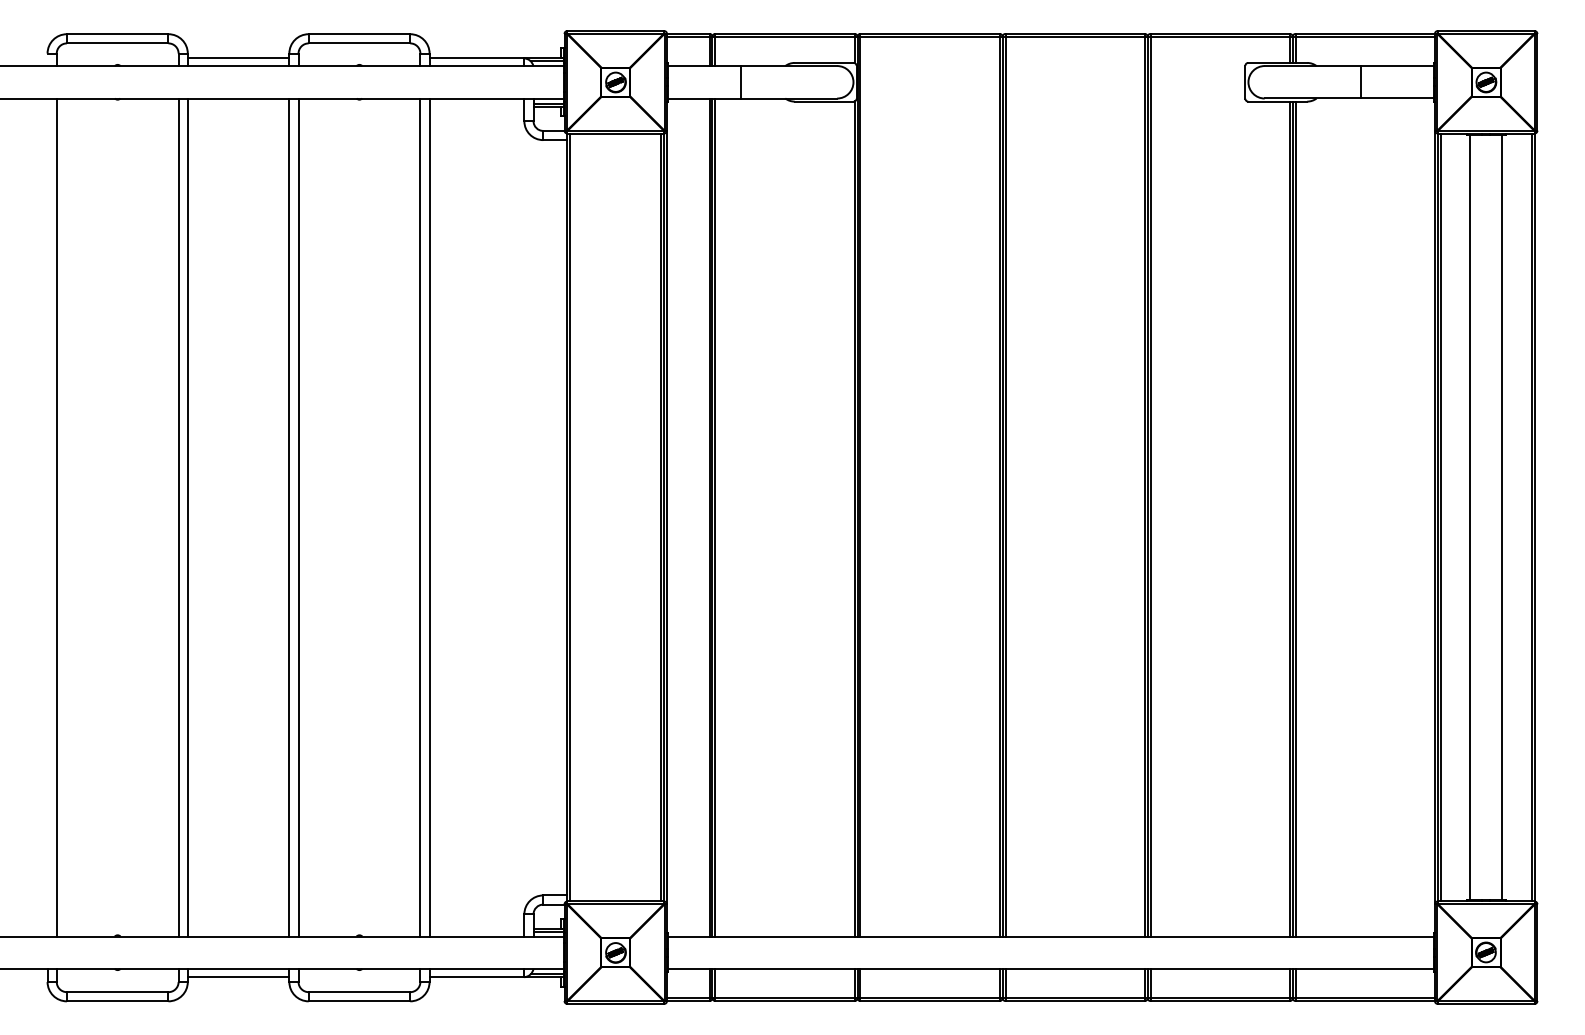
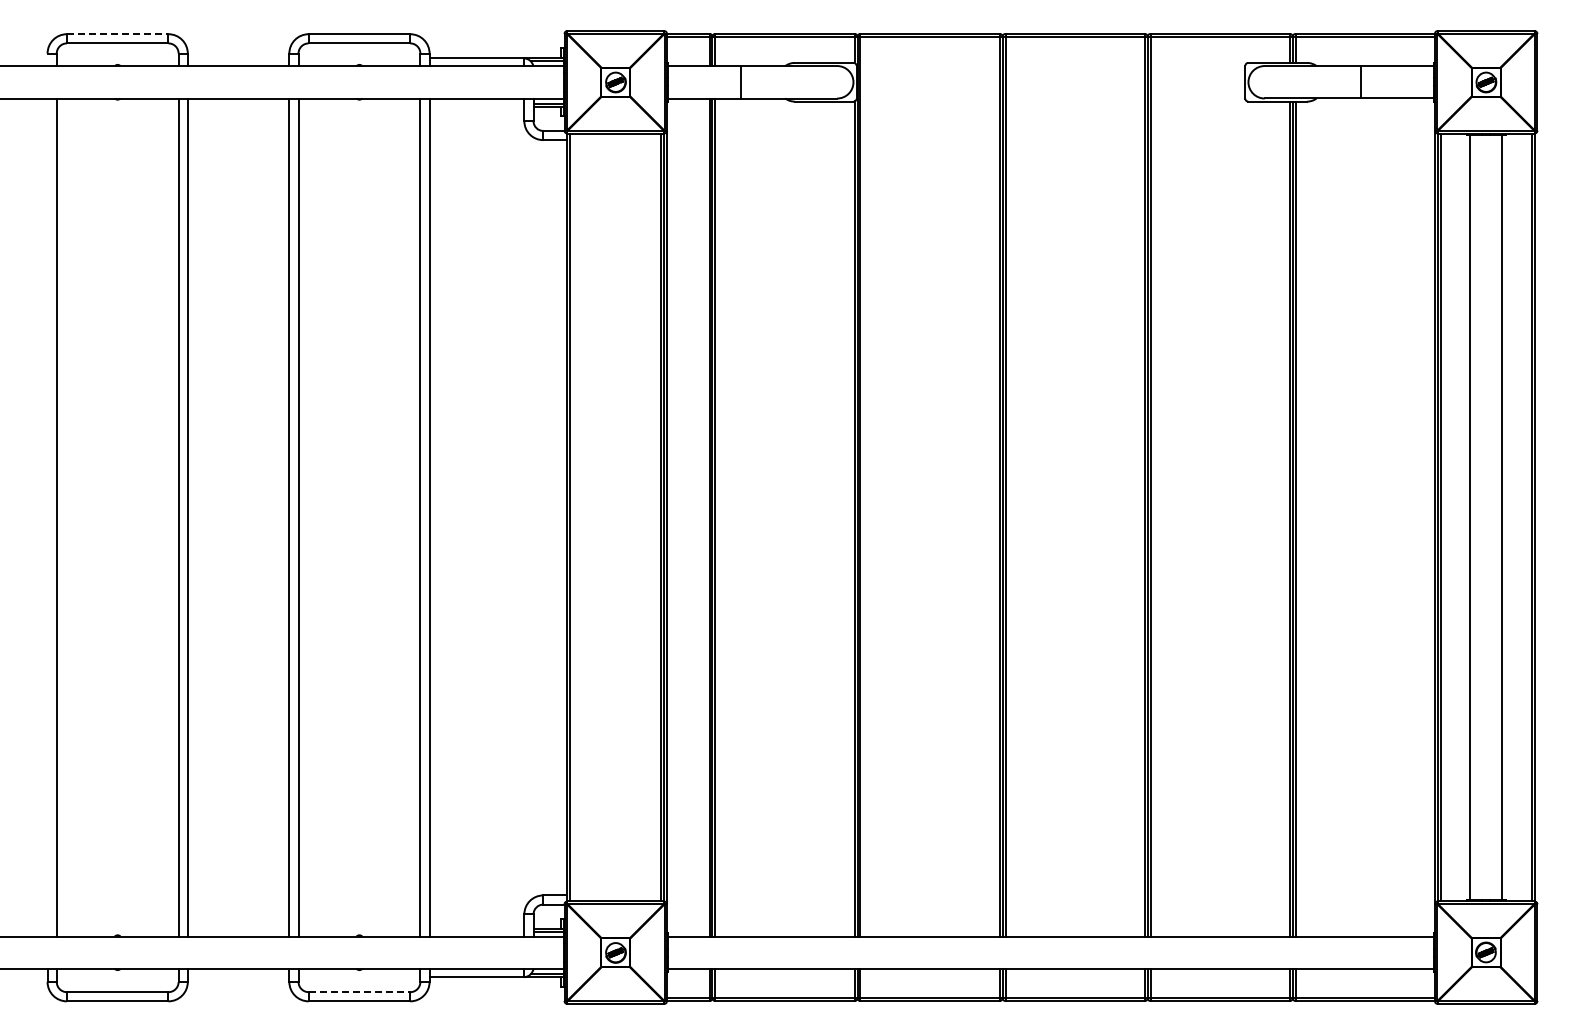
line at (117, 34): solid -> dashed
line at (238, 58): present -> none
line at (238, 977): present -> none
line at (359, 992): solid -> dashed
